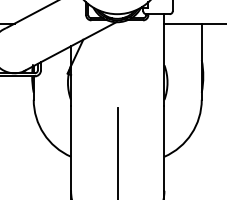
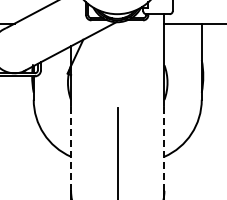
line at (71, 147): solid -> dashed
line at (164, 147): solid -> dashed
